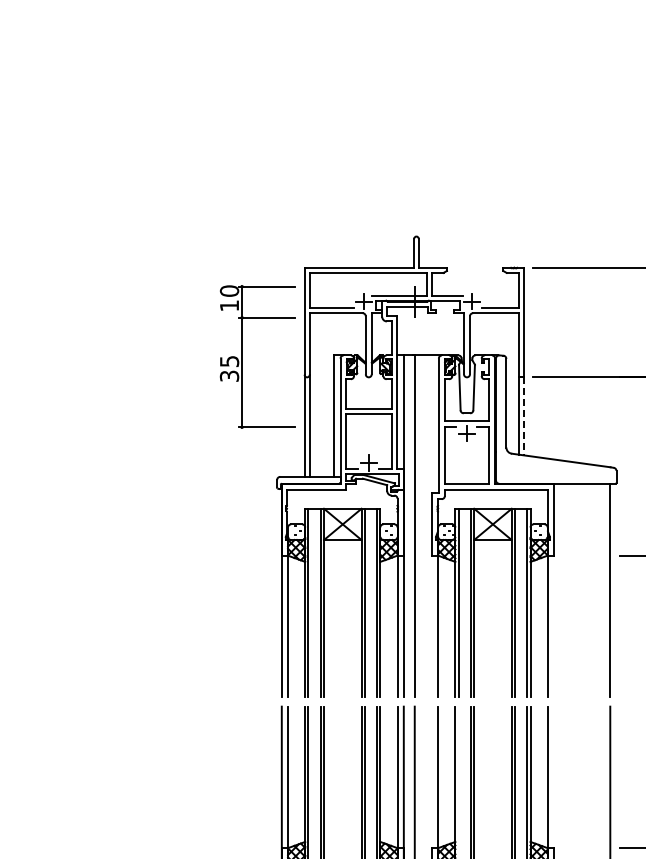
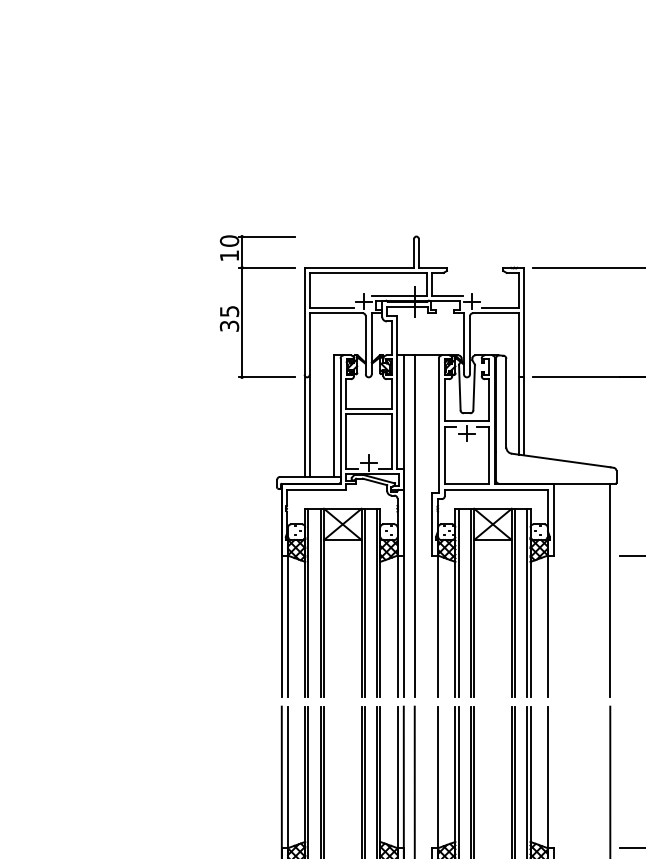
part at (242, 356) position: (242, 356) -> (242, 306)
line at (523, 416): dashed -> solid
line at (458, 780): none -> present
